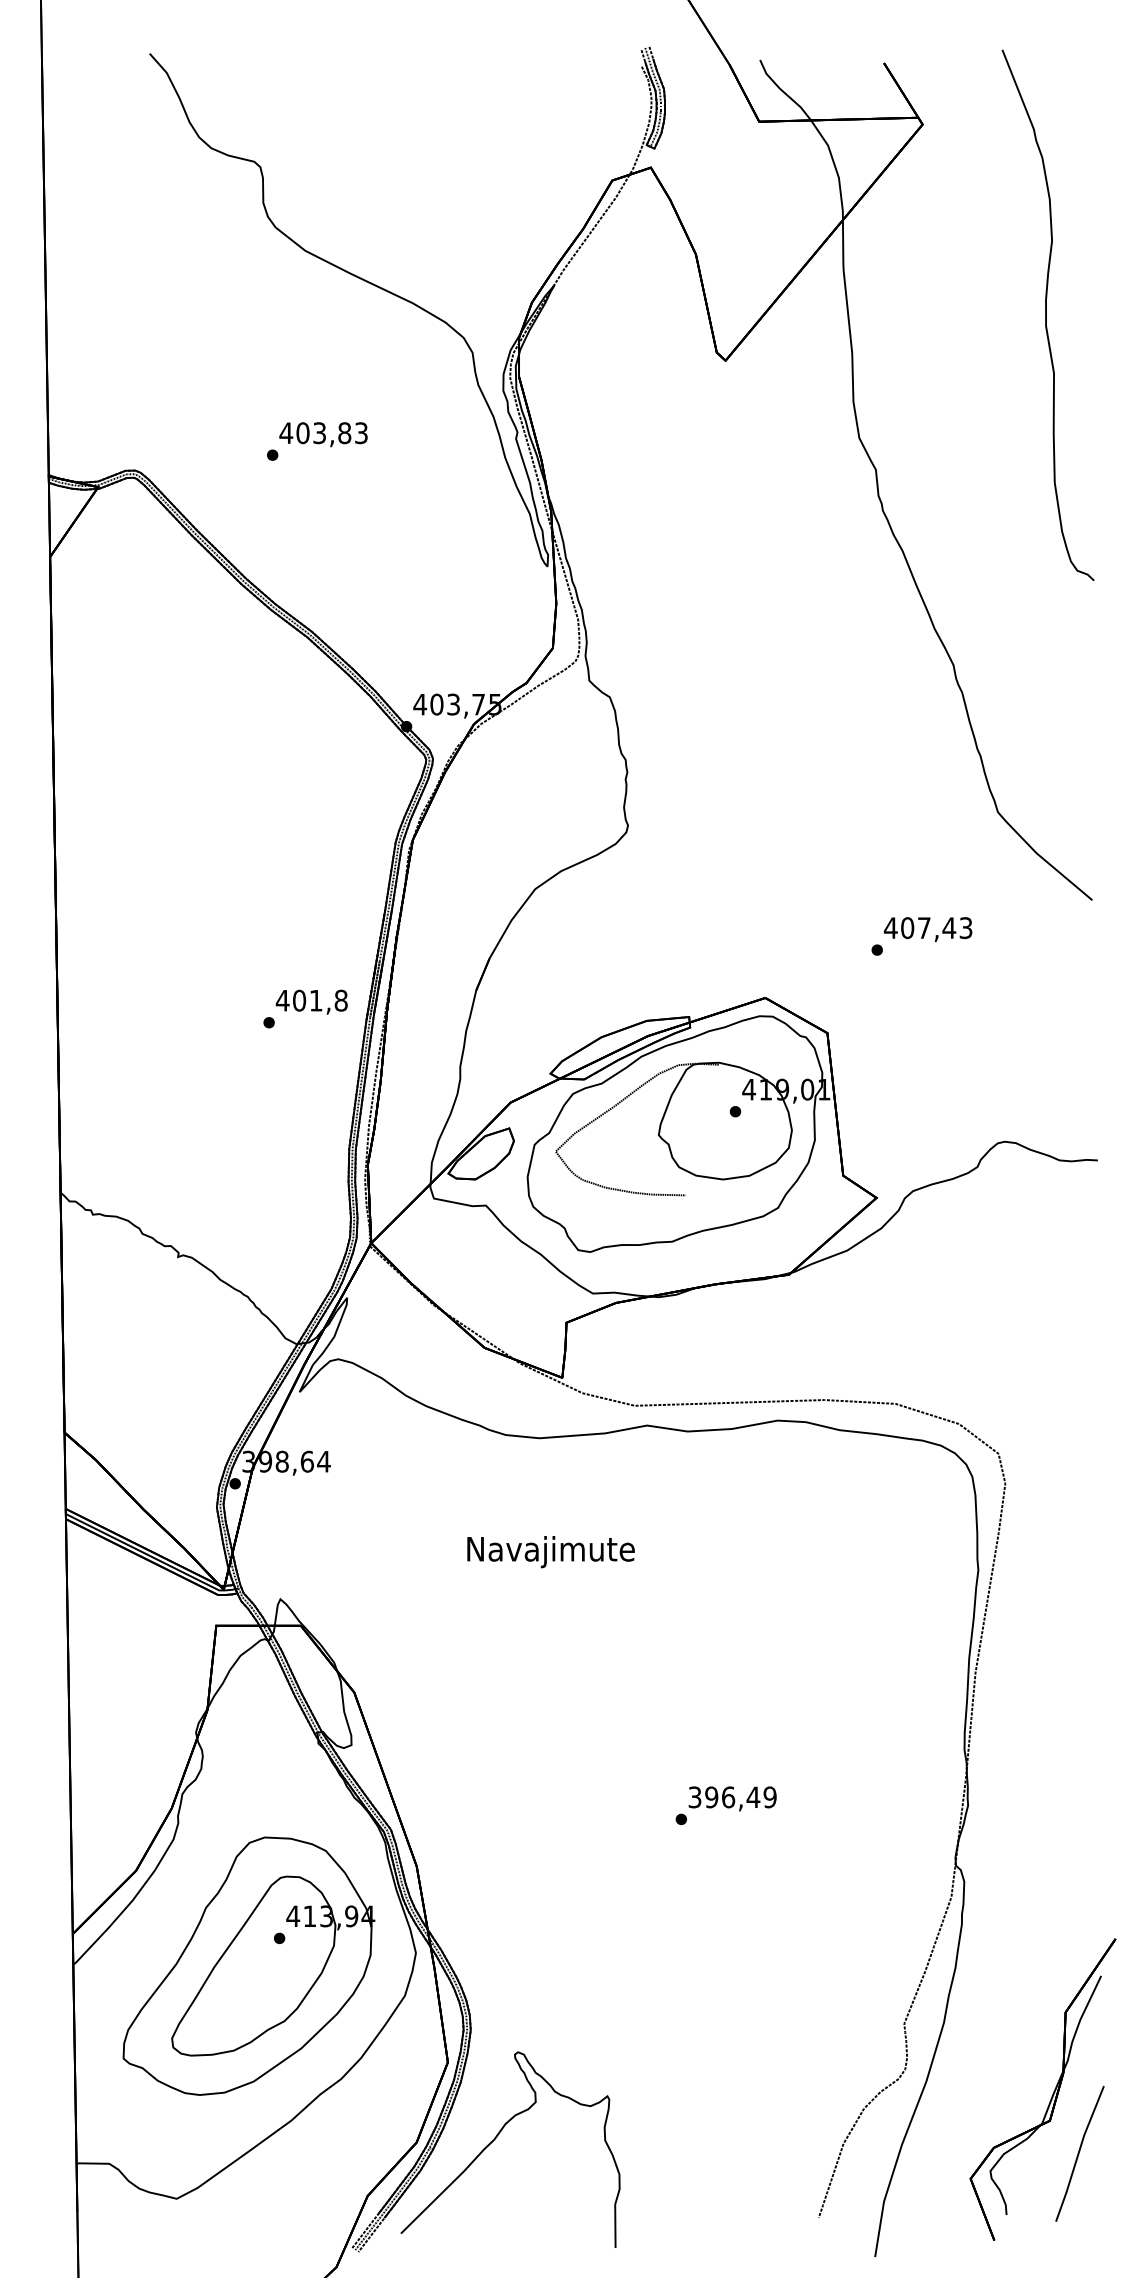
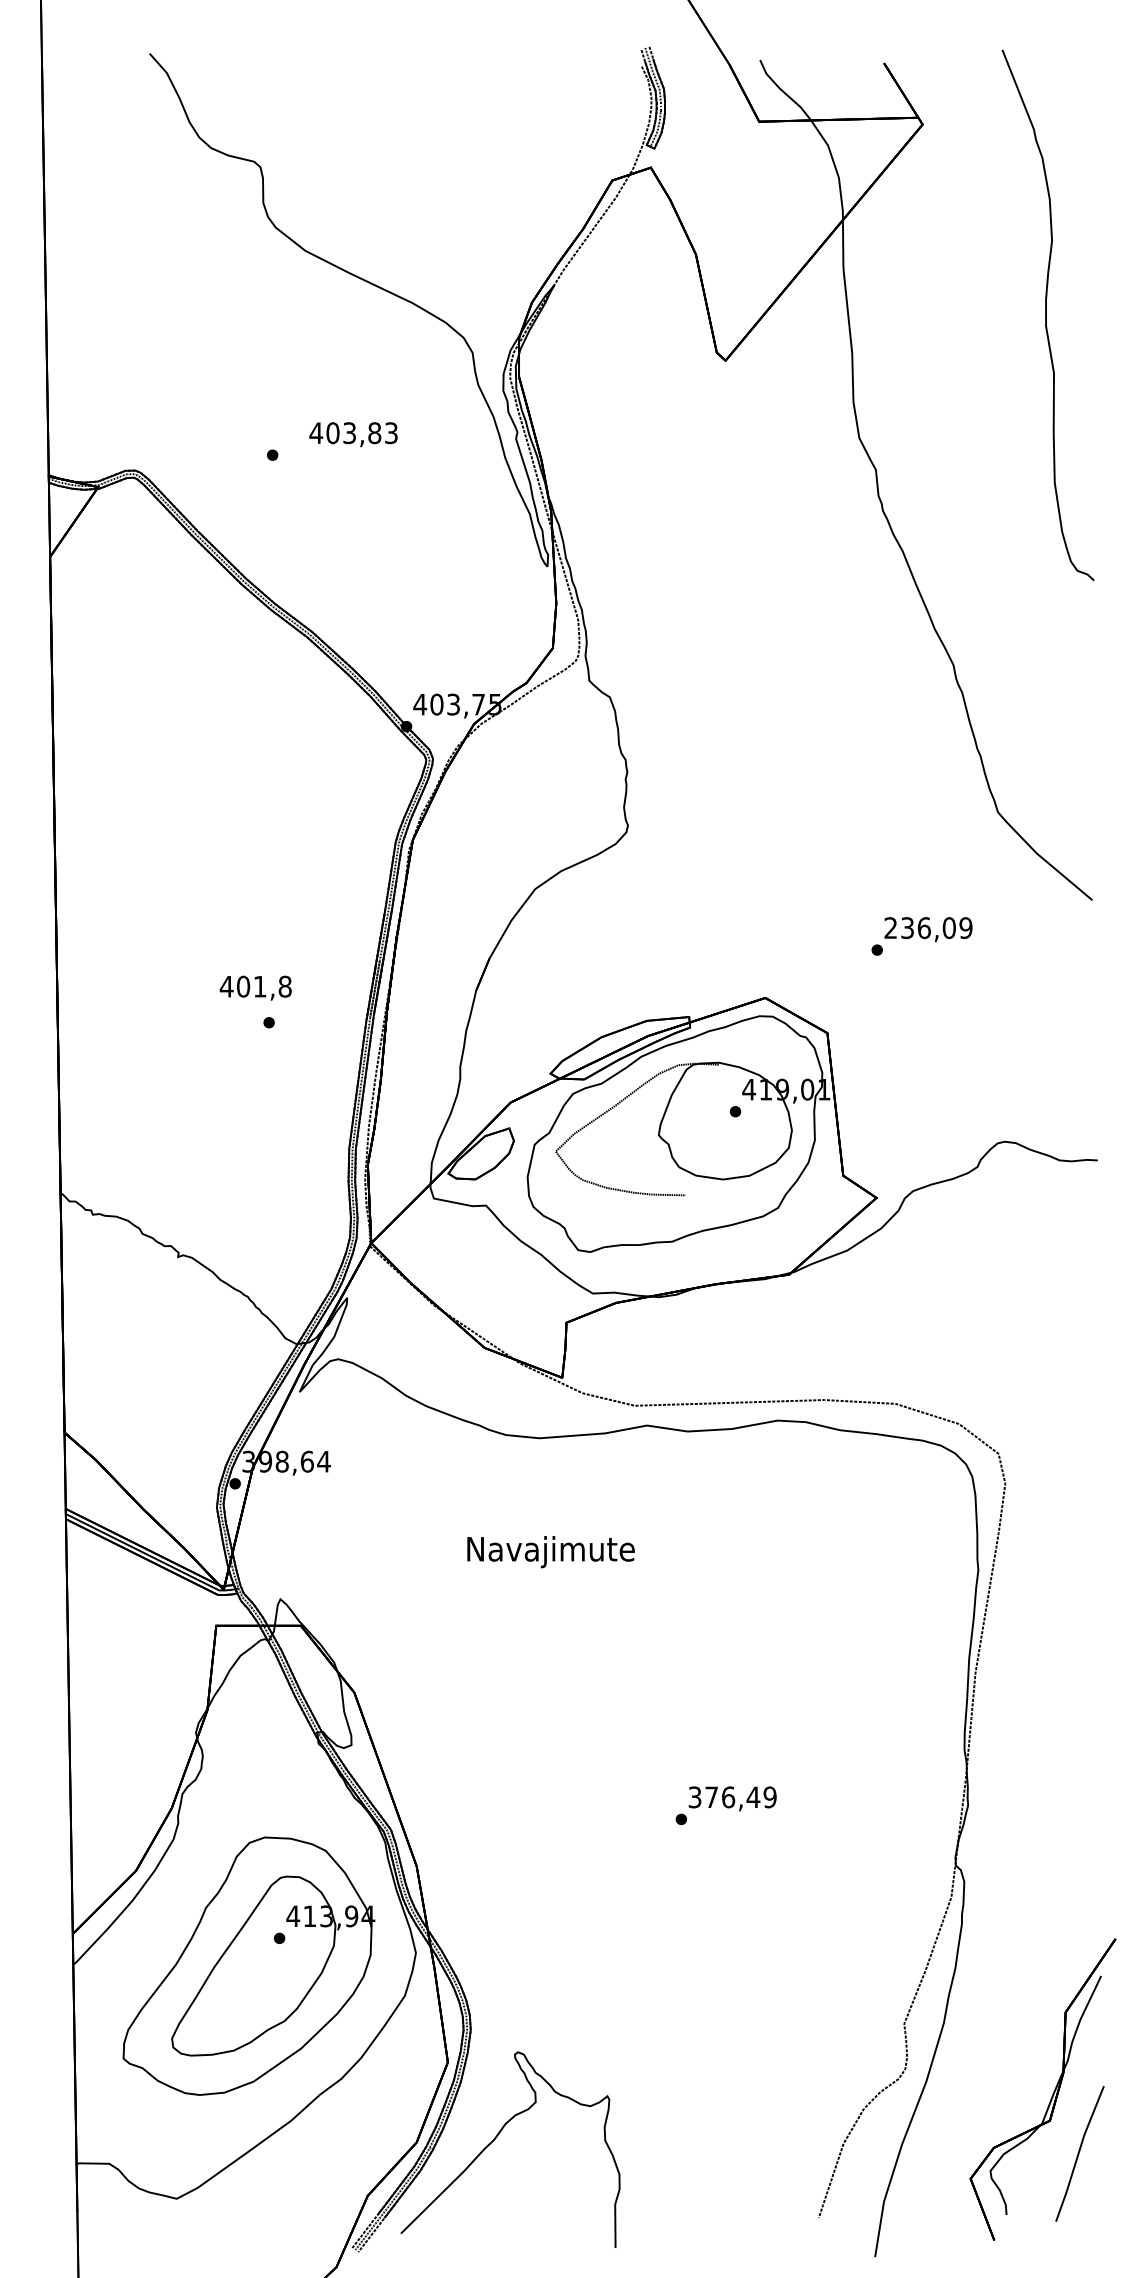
text at (323, 434) position: (323, 434) -> (353, 434)
text at (928, 928): 407,43 -> 236,09
text at (311, 1001) position: (311, 1001) -> (255, 987)
text at (711, 1797): 396,49 -> 376,49
